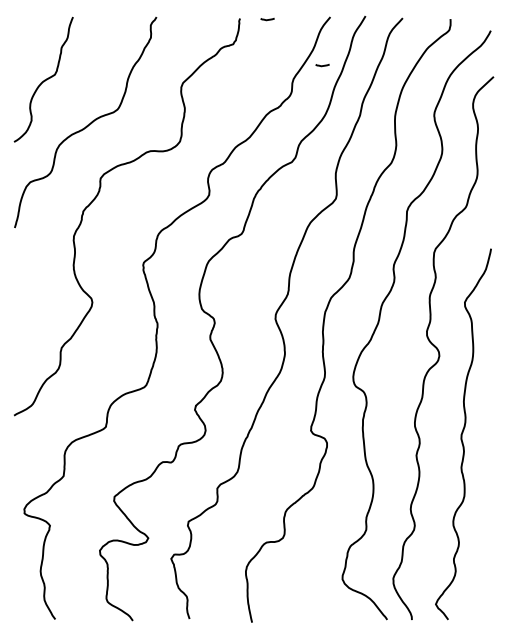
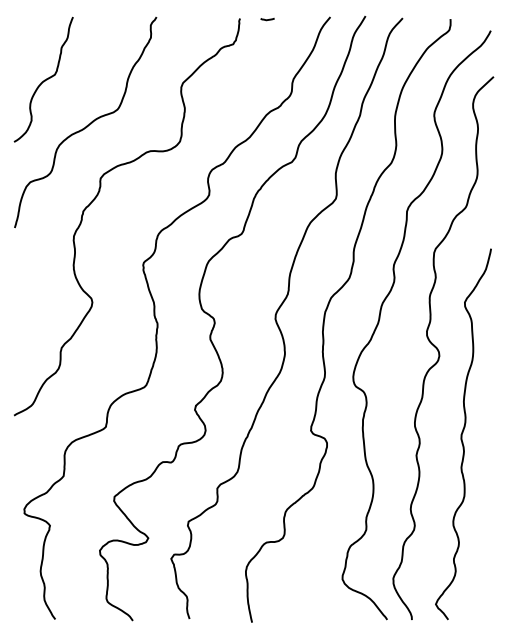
curve at (322, 65): present -> none
